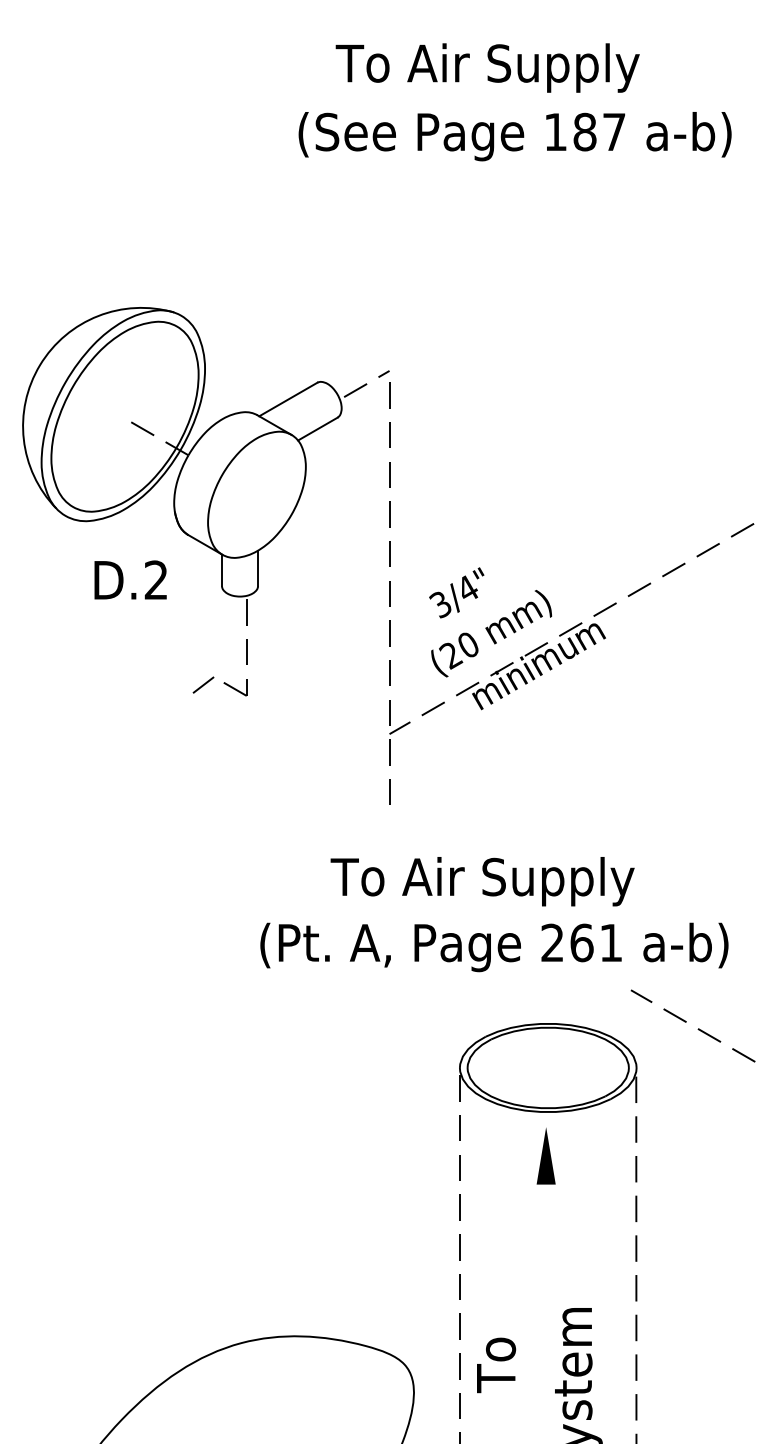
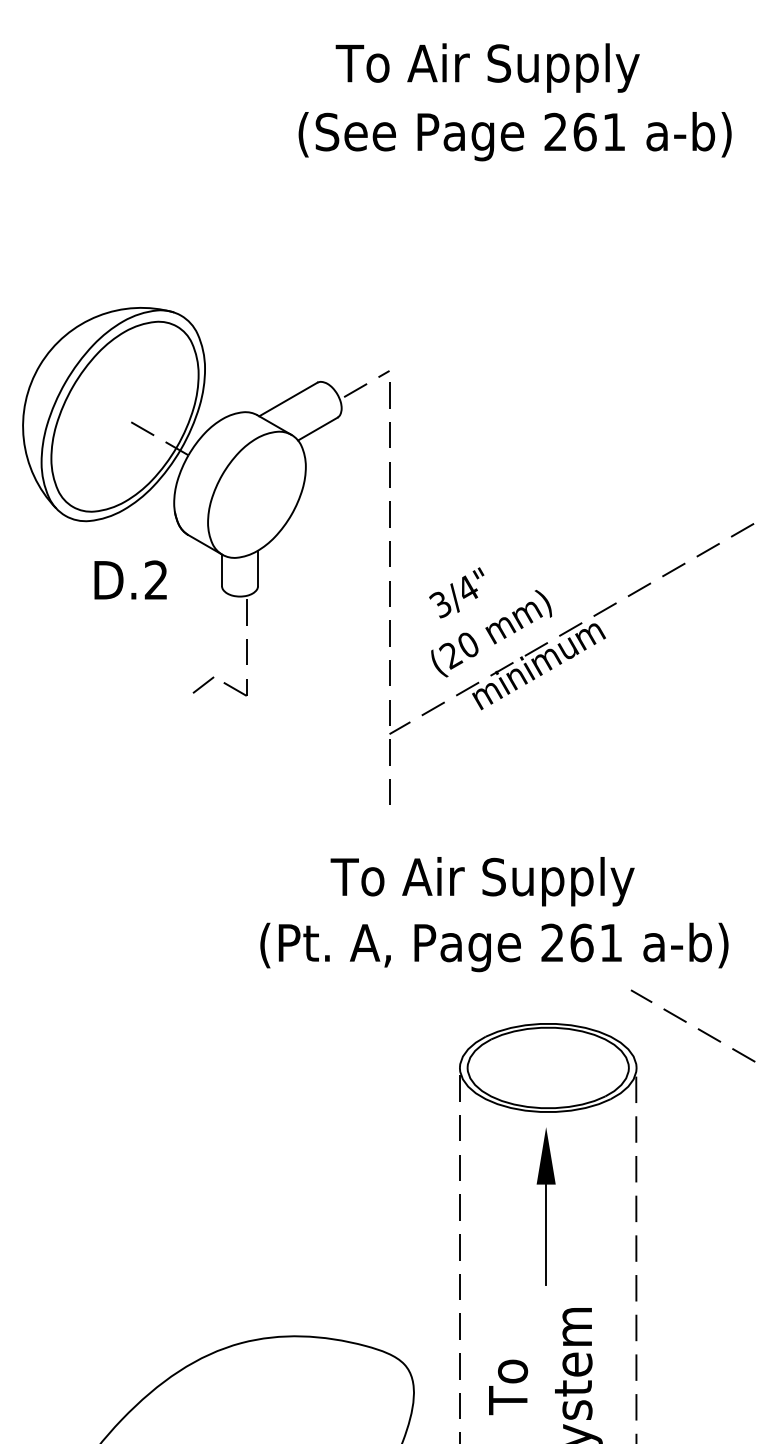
text at (584, 131): 187 -> 261
line at (546, 1234): none -> present
text at (496, 1365) position: (496, 1365) -> (508, 1387)
